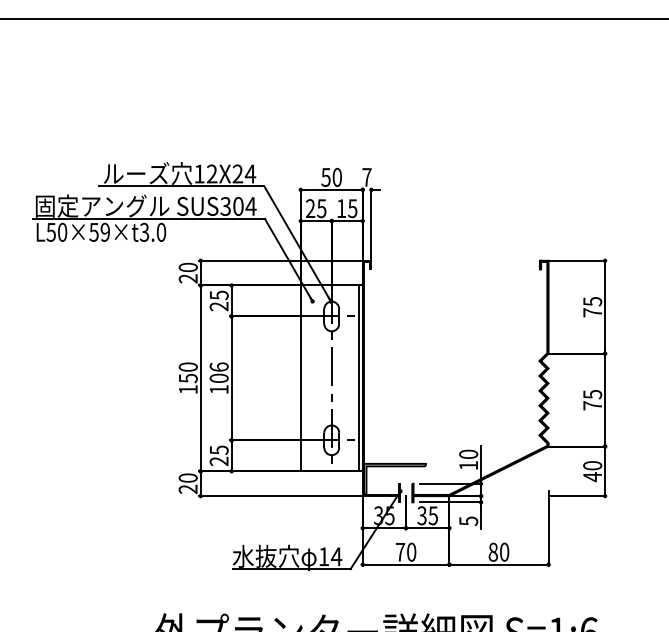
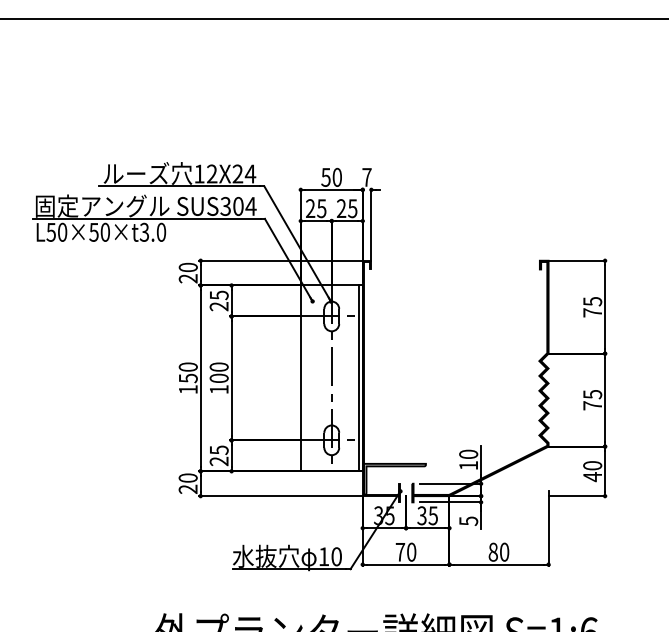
text at (341, 208): 15 -> 25
text at (104, 232): L50×59×t3.0 -> L50×50×t3.0
text at (218, 366): 106 -> 100
text at (336, 556): 14 -> 10
